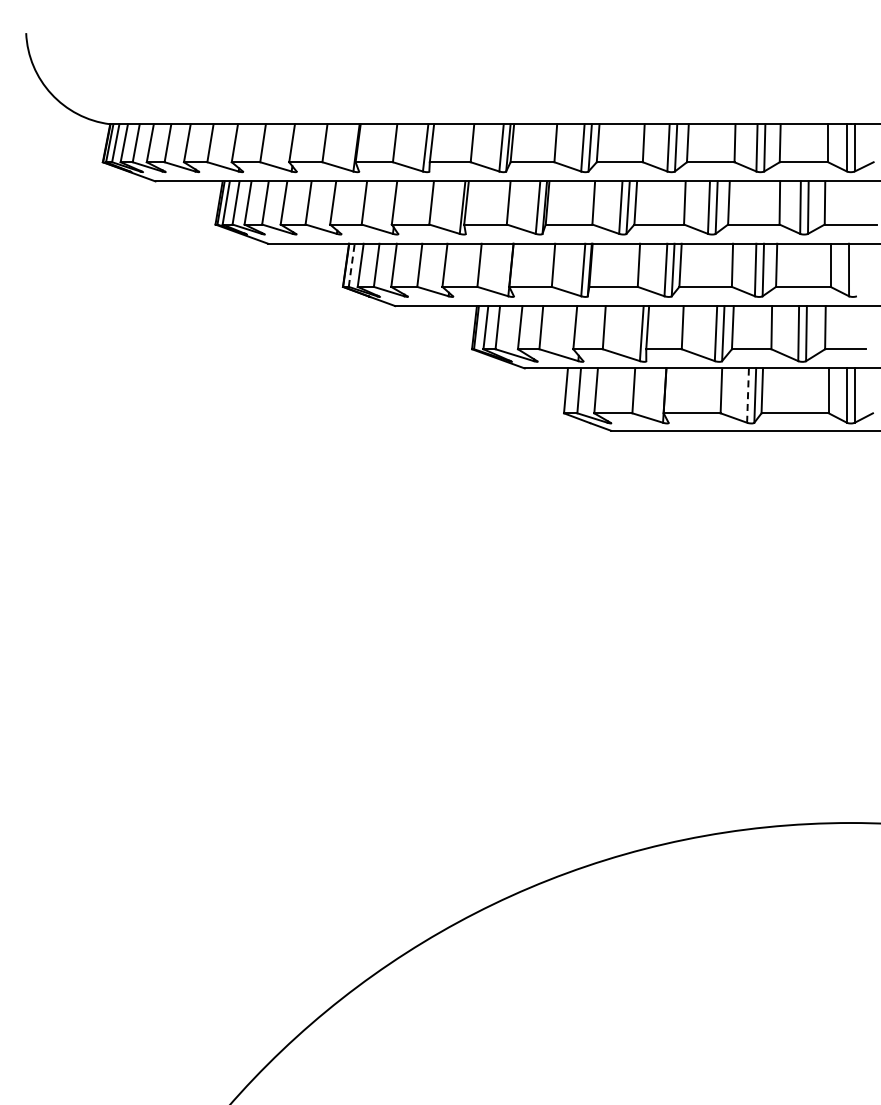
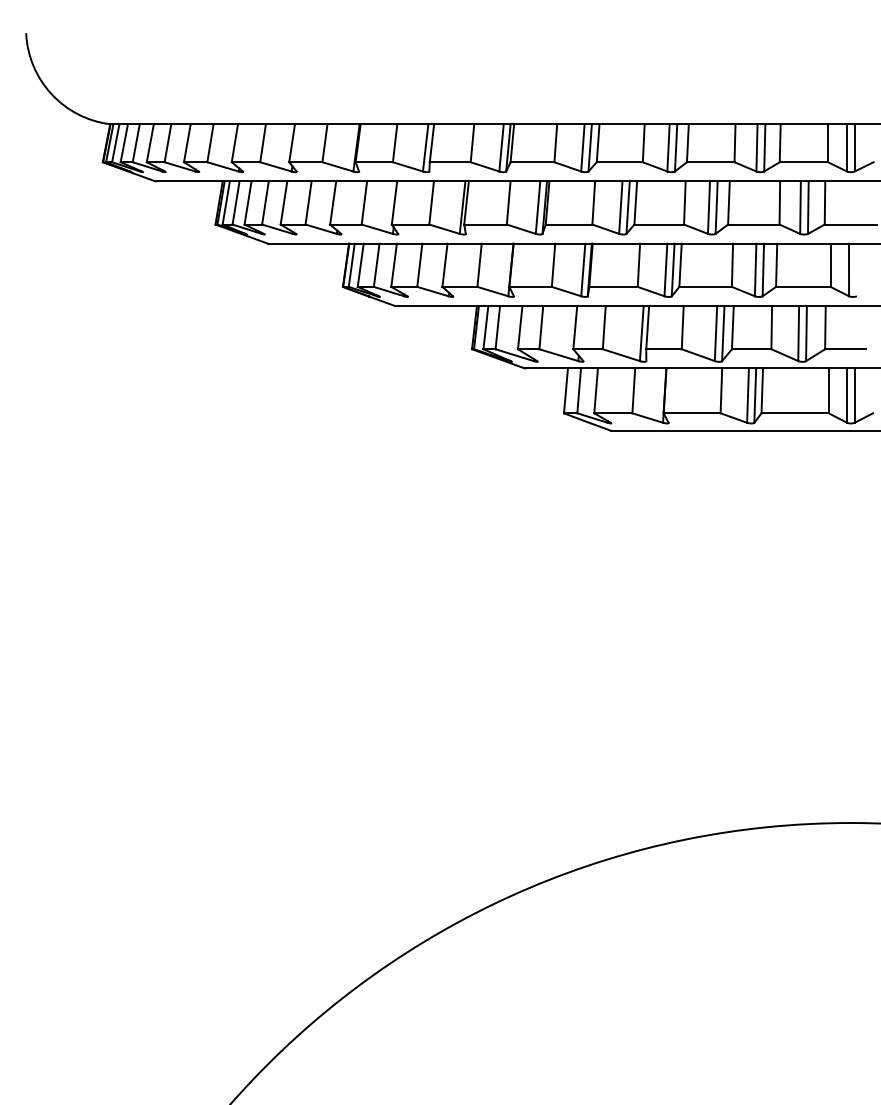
line at (351, 265): dashed -> solid
line at (748, 395): dashed -> solid
